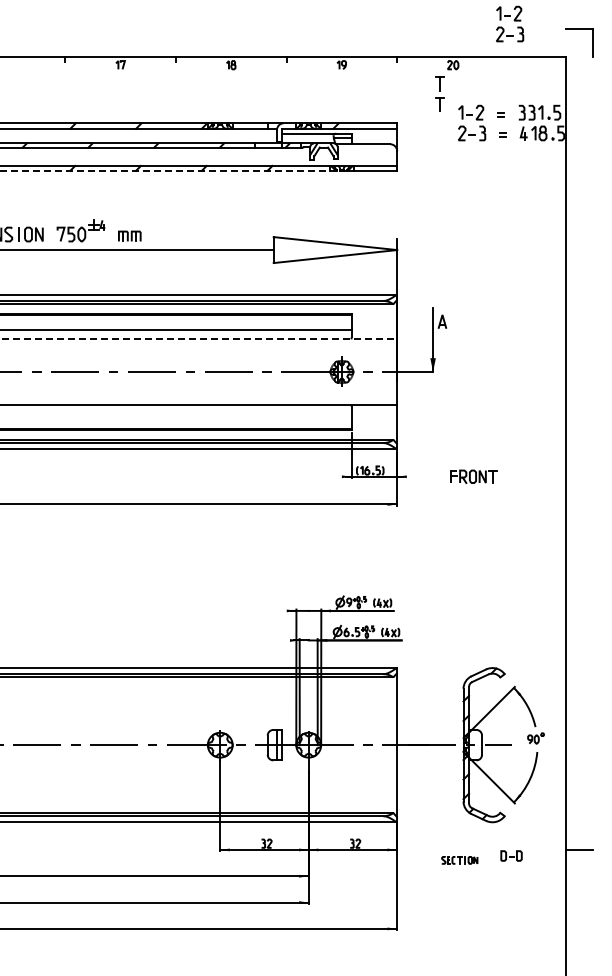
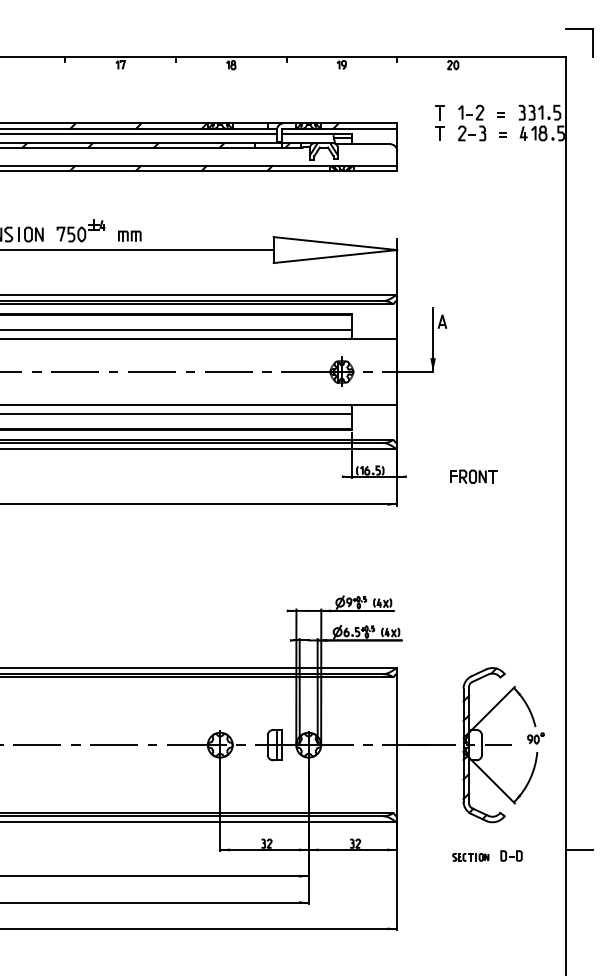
part at (510, 23): present -> none
part at (439, 93) position: (439, 93) -> (439, 122)
line at (139, 133): none -> present
line at (170, 170): dashed -> solid
line at (199, 339): dashed -> solid
line at (176, 414): none -> present
part at (459, 860) position: (459, 860) -> (470, 857)
